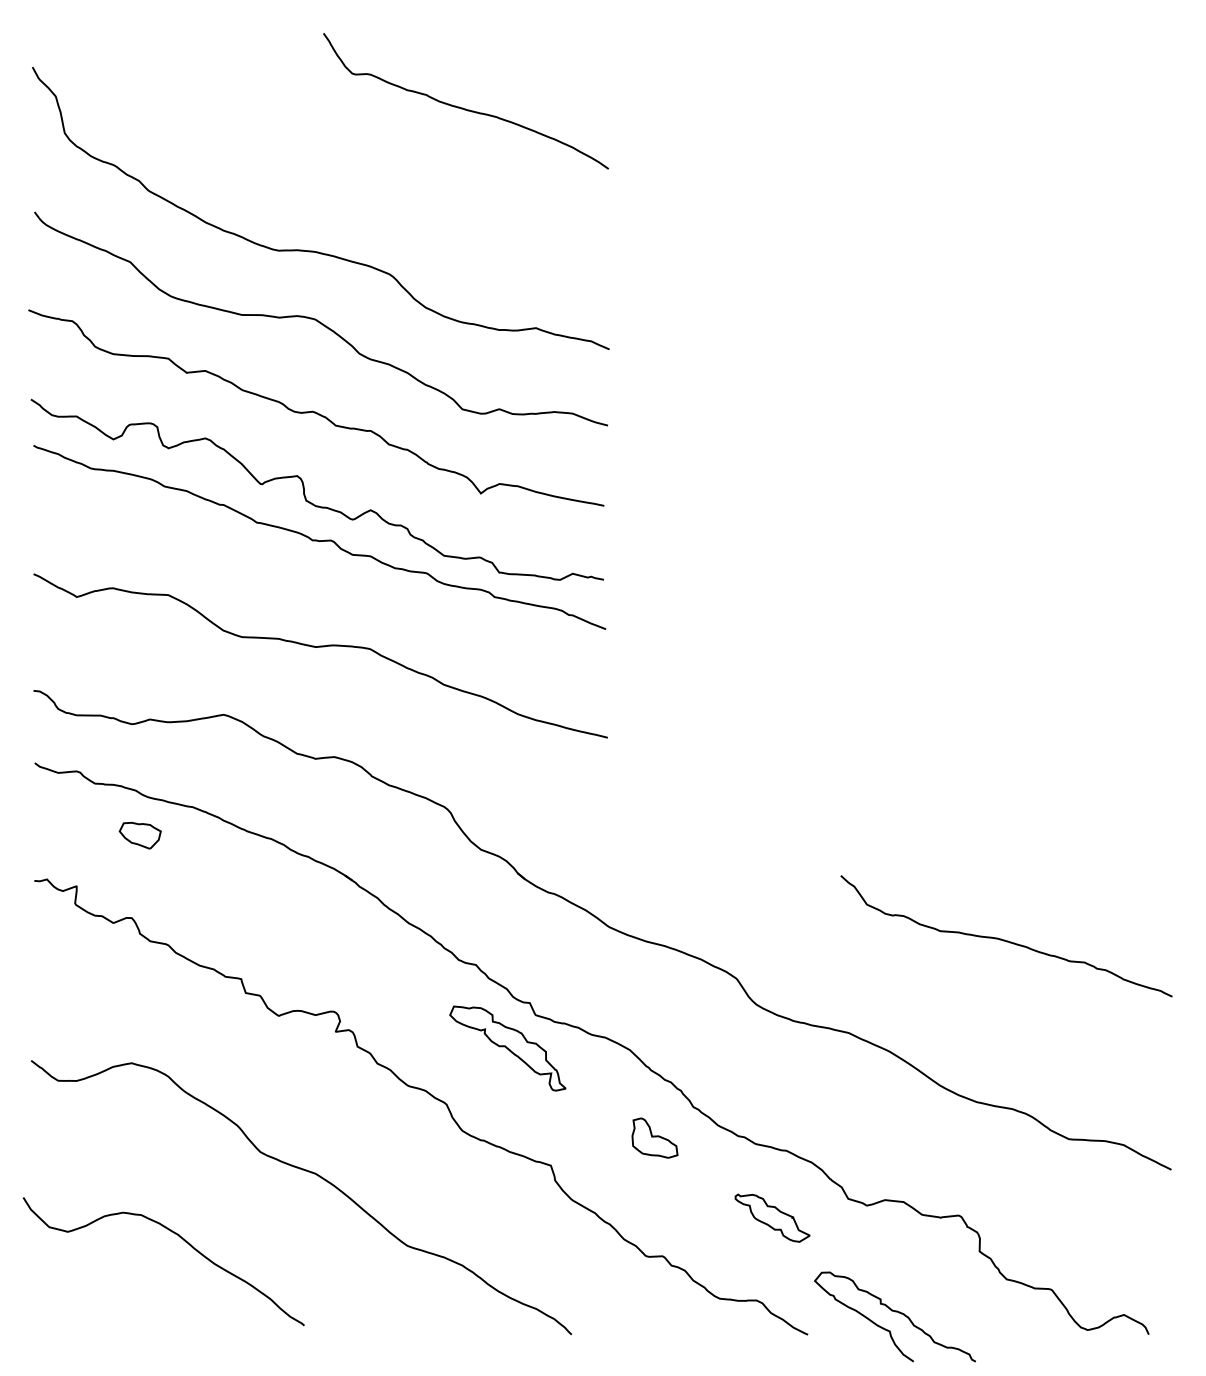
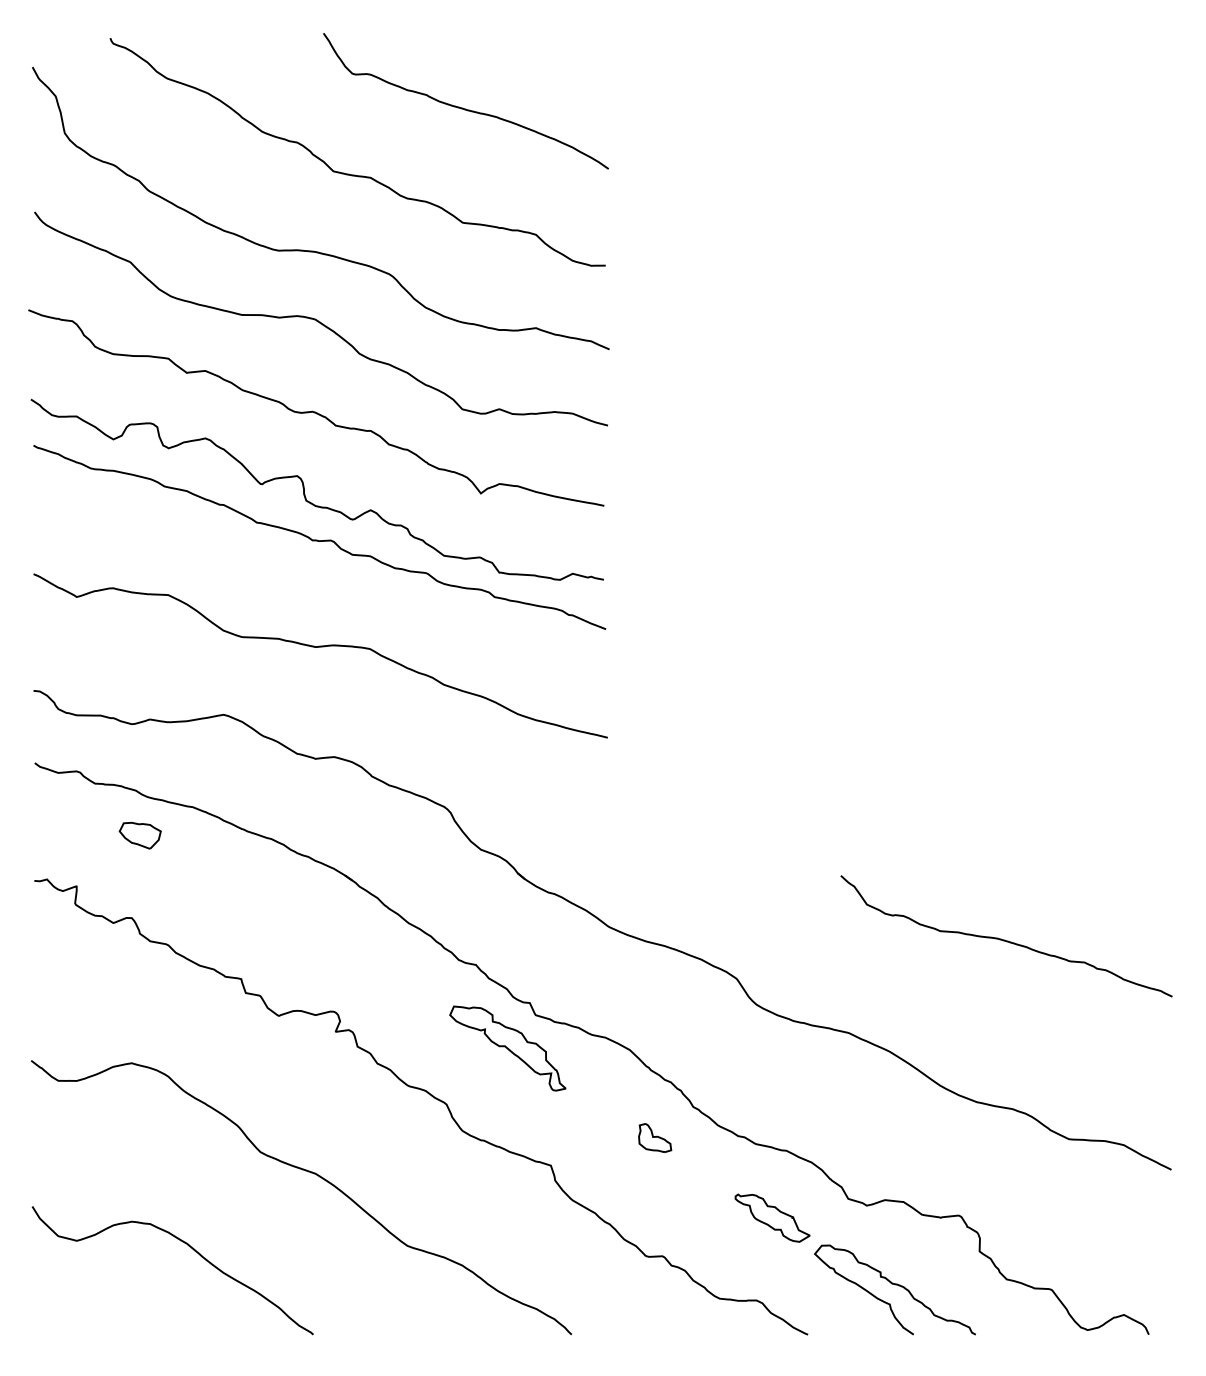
curve at (355, 174): none -> present
part at (654, 1137) size: 48x42 px -> 35x30 px
curve at (180, 1238) position: (180, 1238) -> (189, 1247)
curve at (895, 1312) position: (895, 1312) -> (895, 1285)
